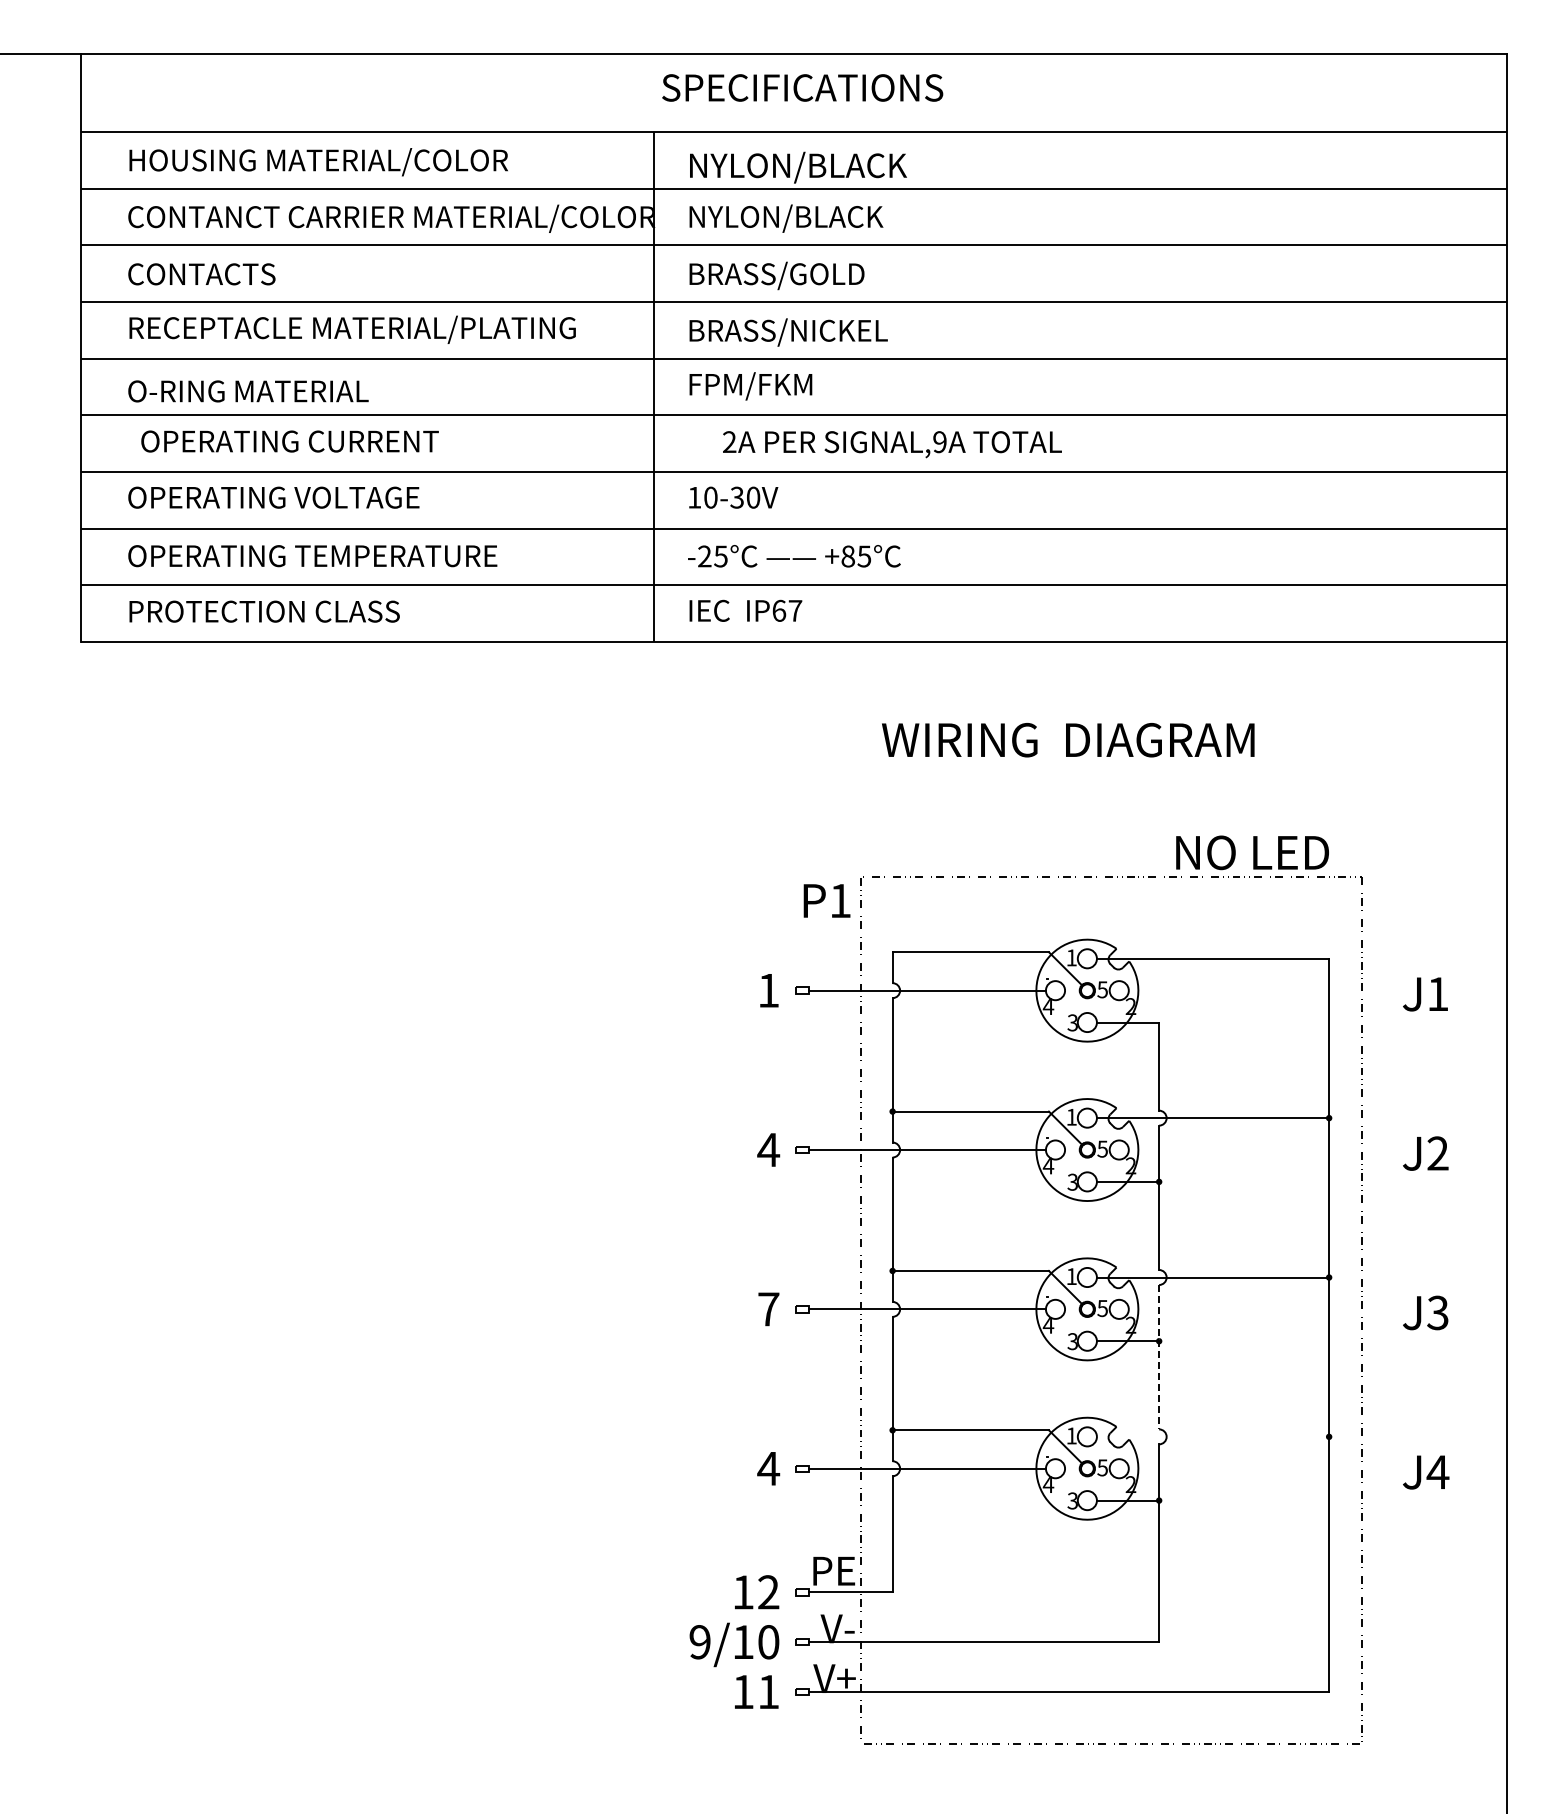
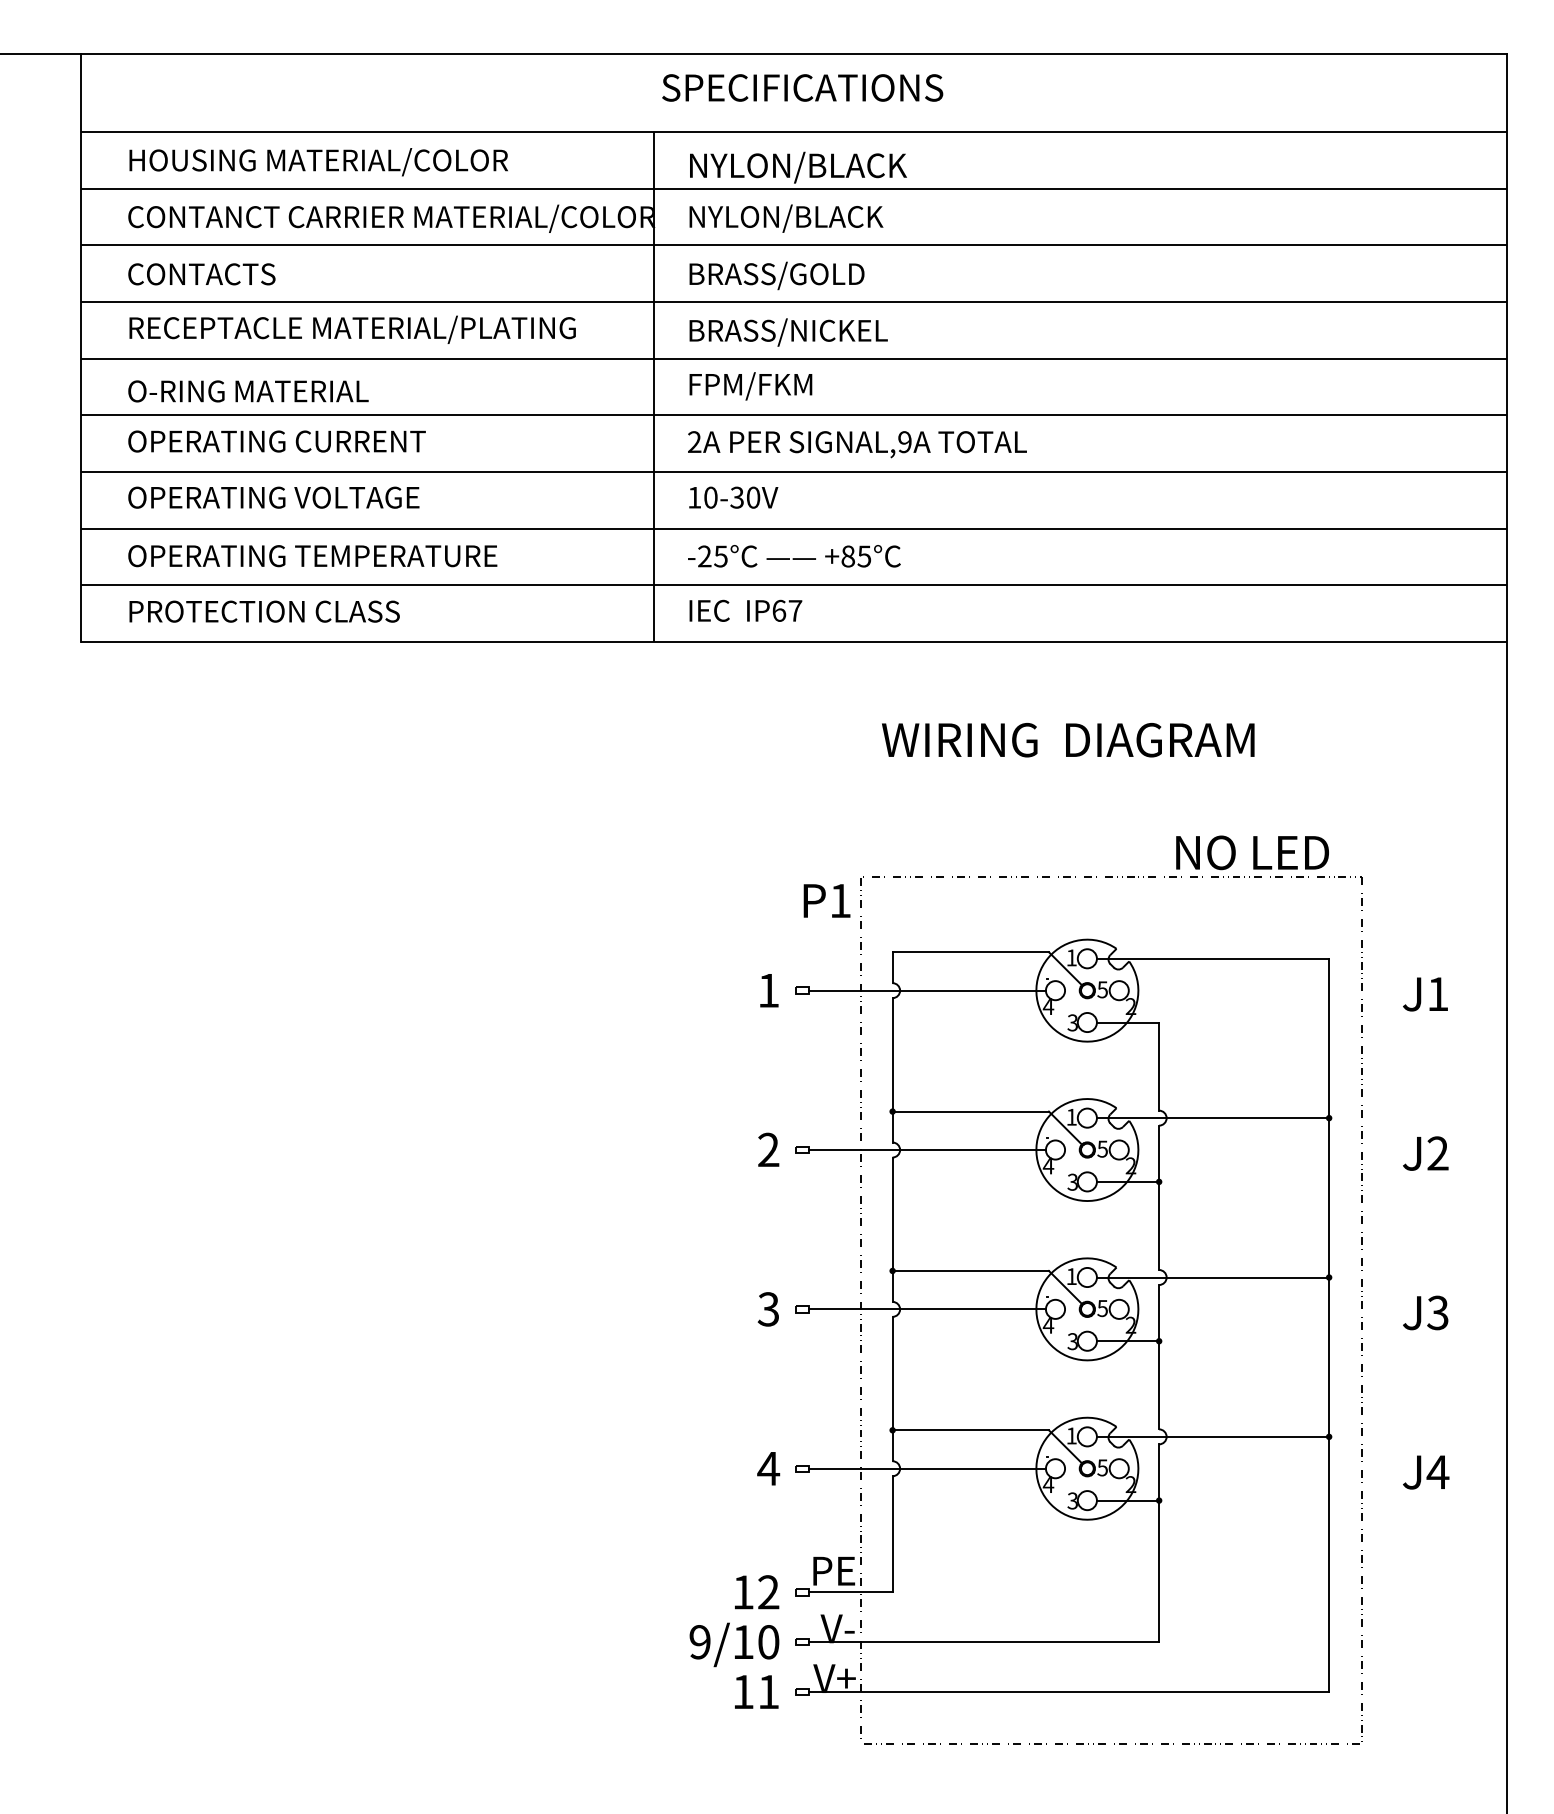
text at (289, 441) position: (289, 441) -> (276, 441)
text at (892, 444) position: (892, 444) -> (857, 444)
text at (768, 1149): 4 -> 2
text at (768, 1309): 7 -> 3
line at (1159, 1357): dashed -> solid
line at (1212, 1436): none -> present
